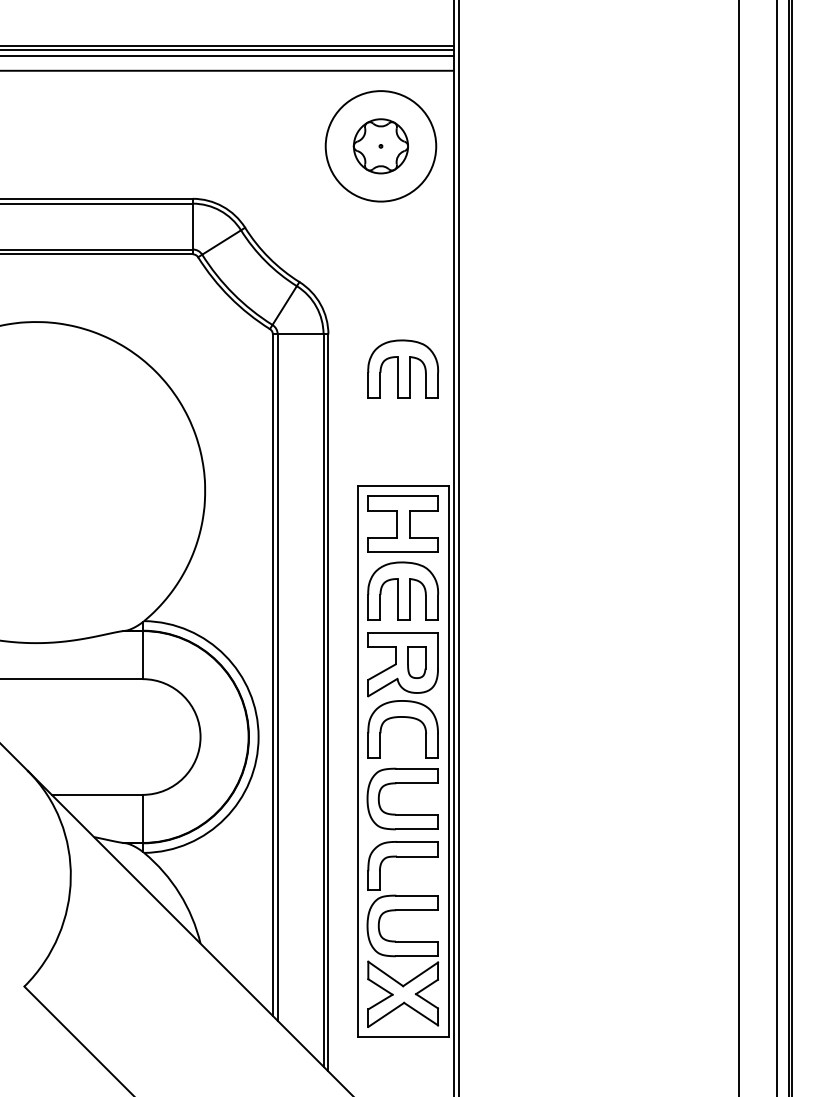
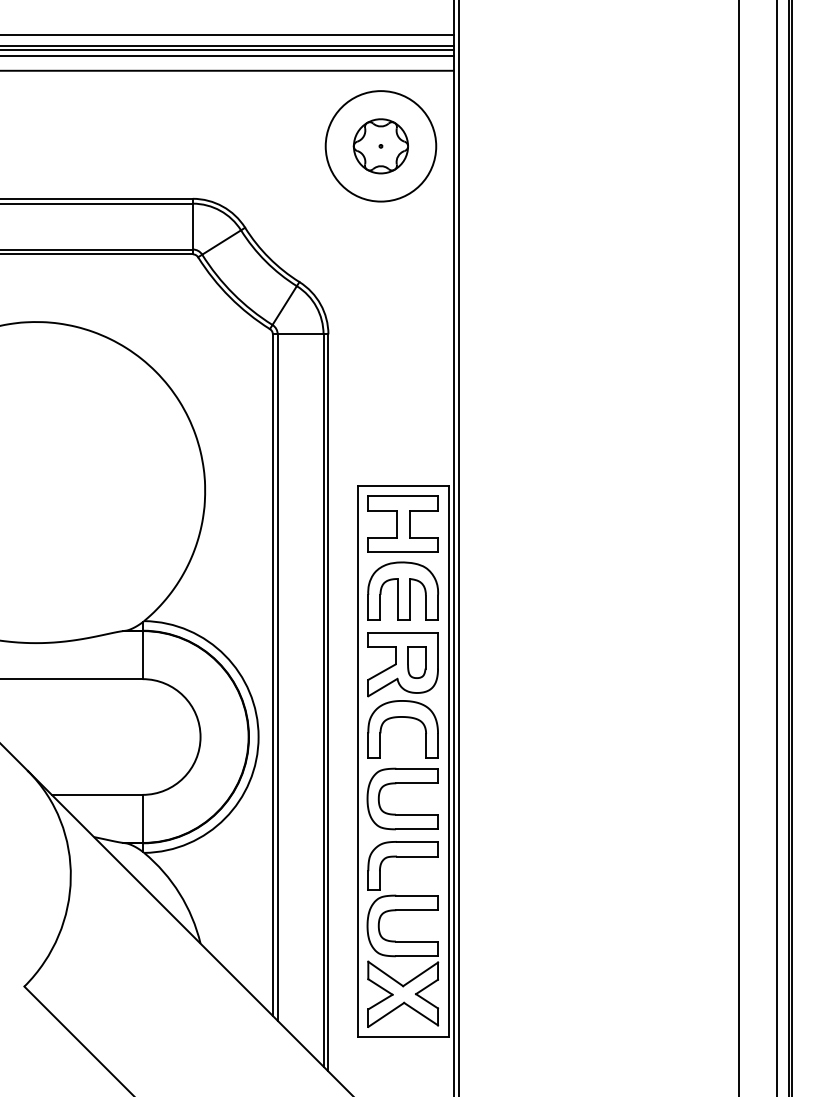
line at (228, 35): none -> present
part at (403, 368): present -> none
